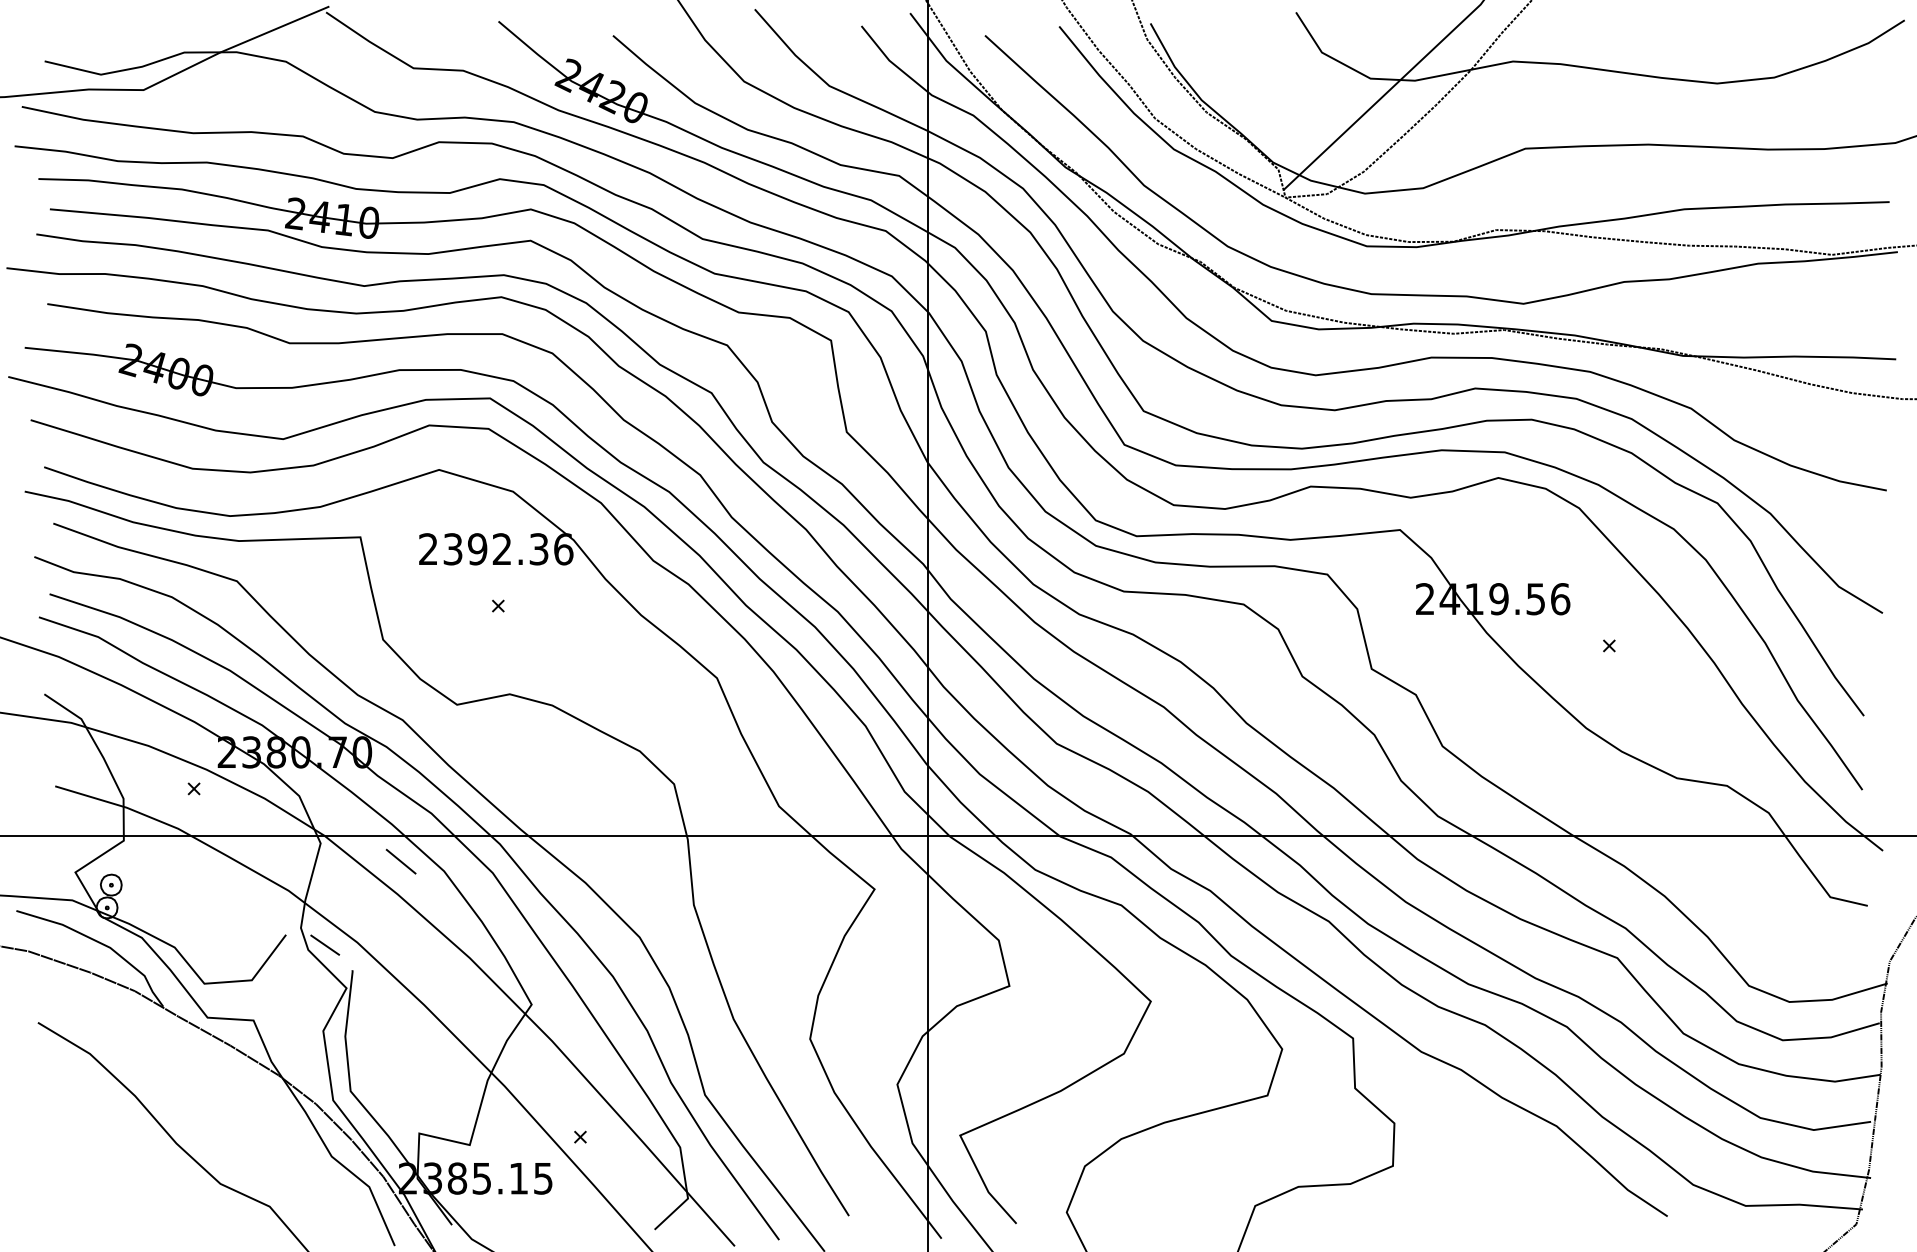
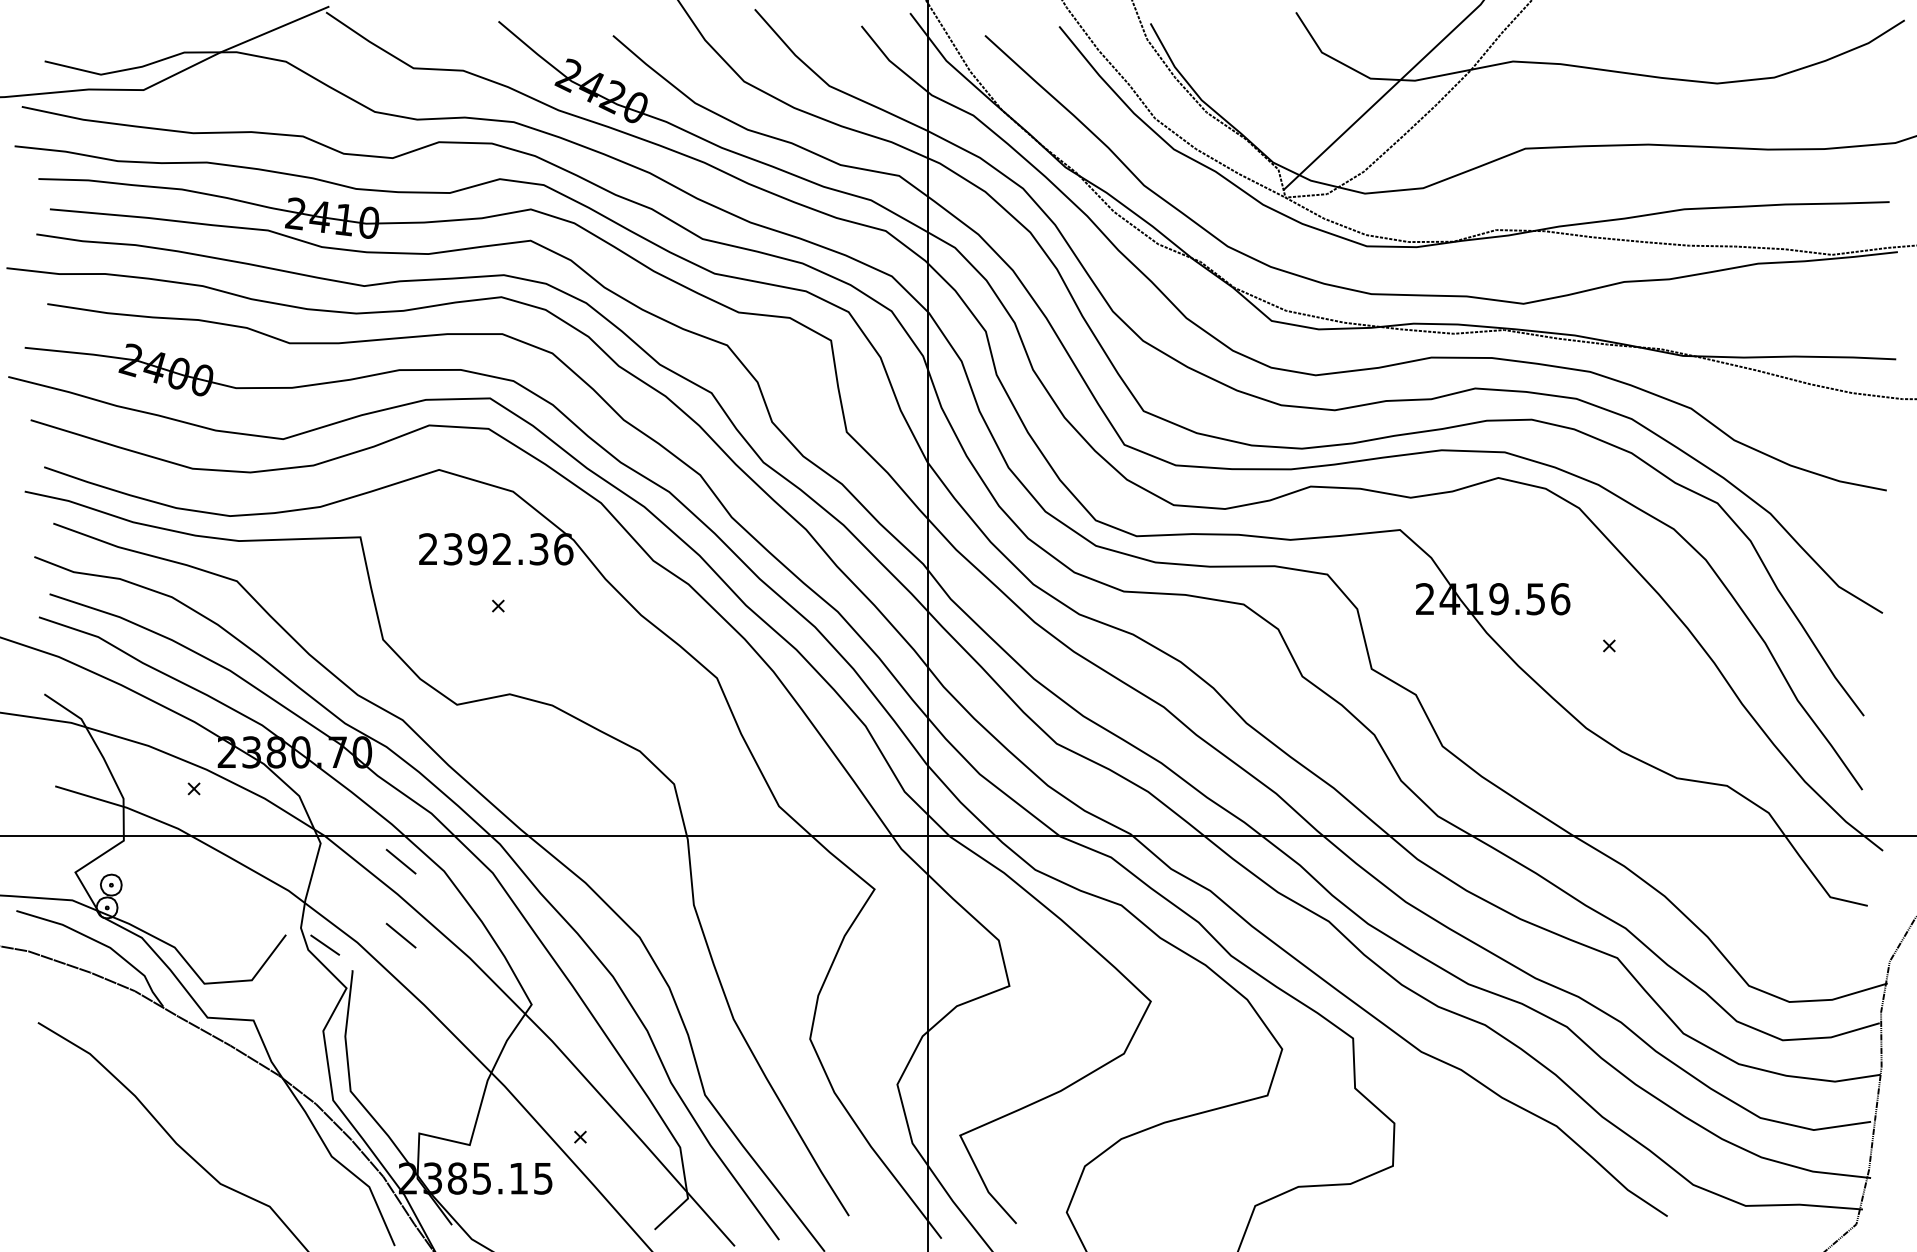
line at (400, 935): none -> present
